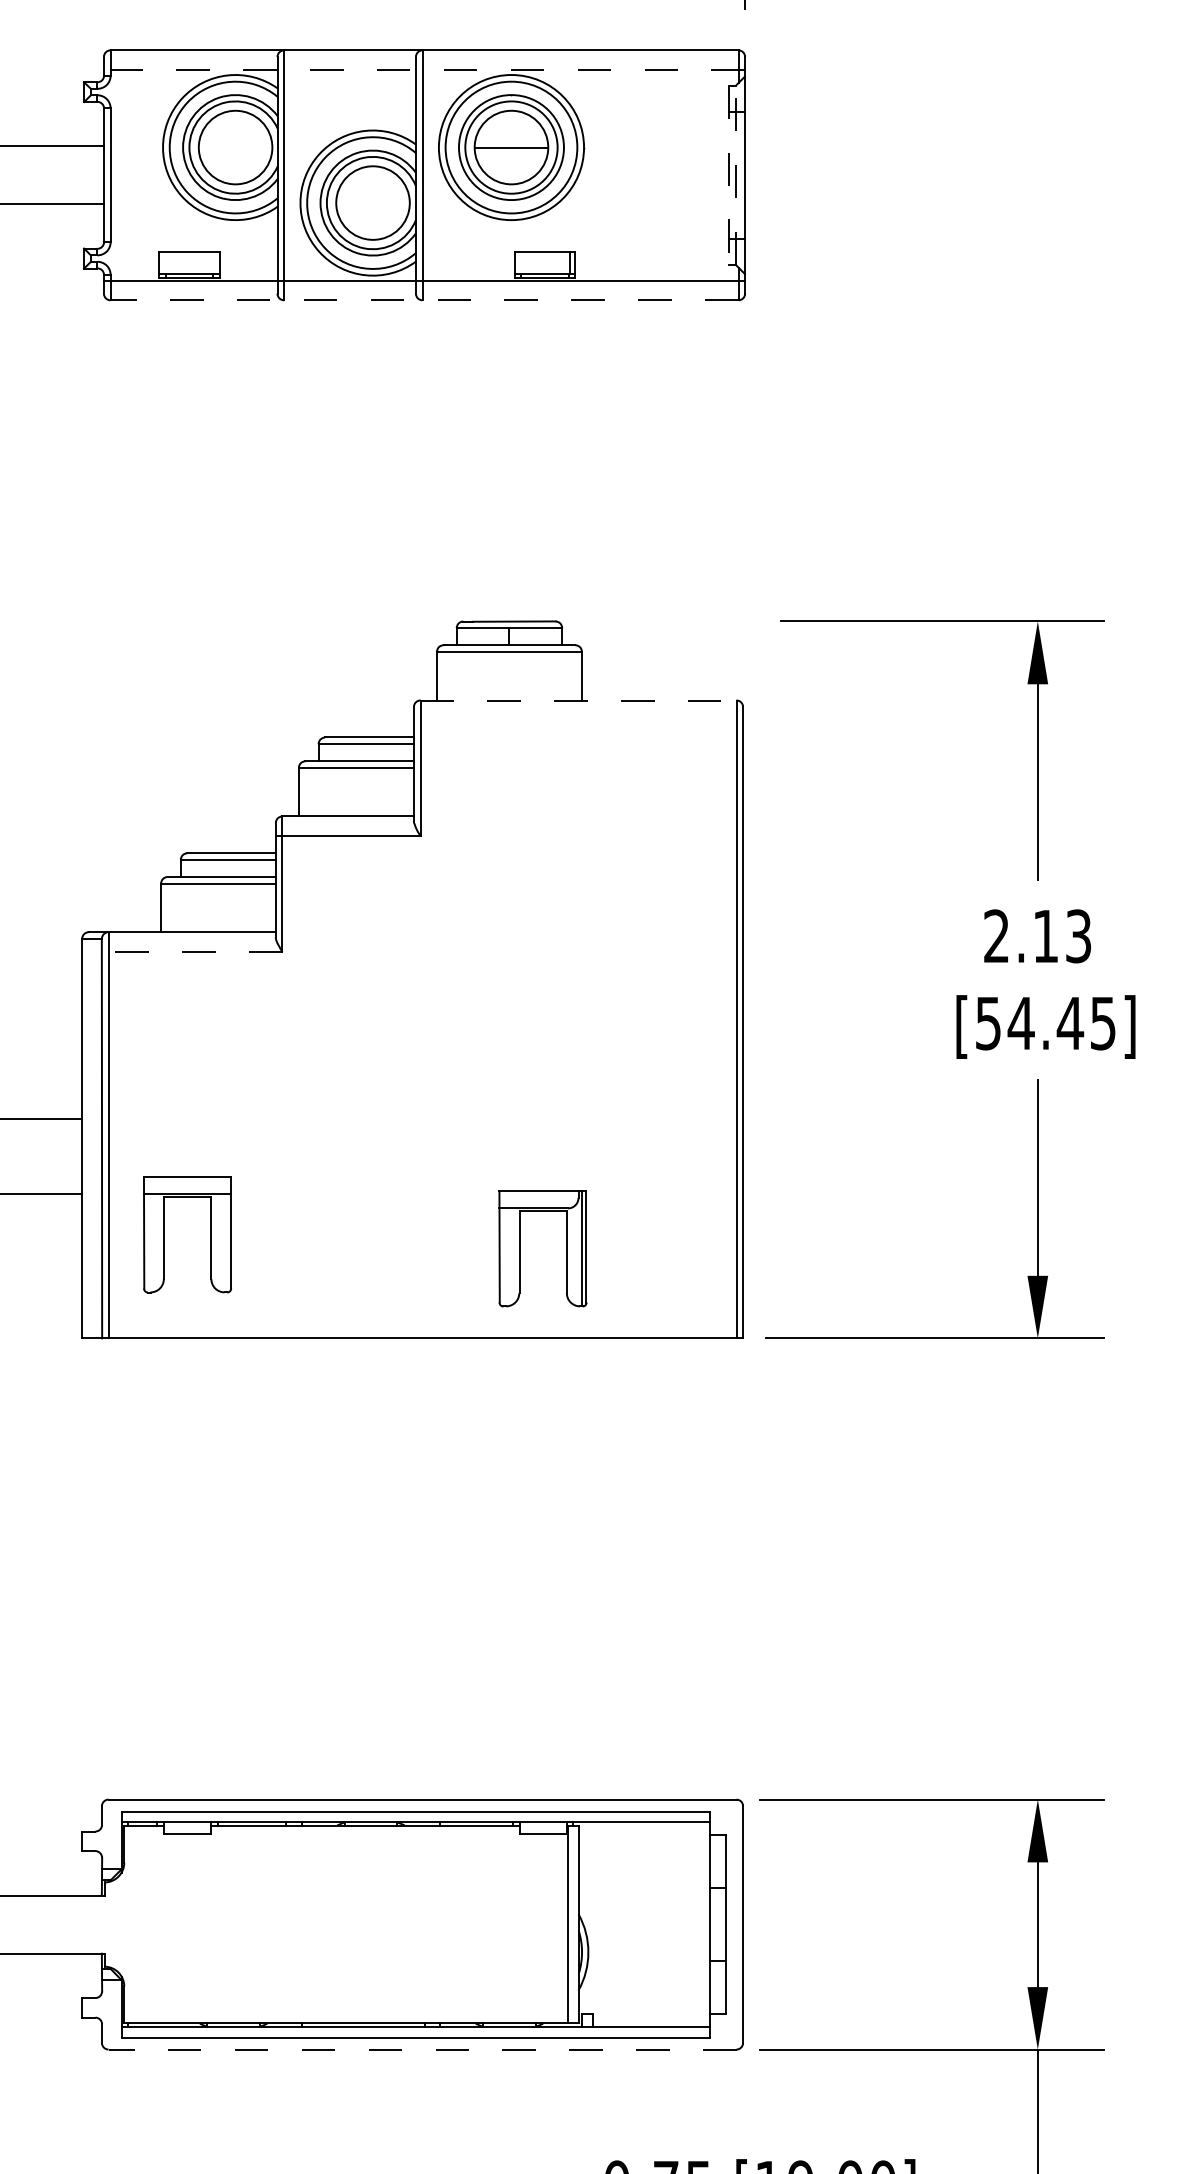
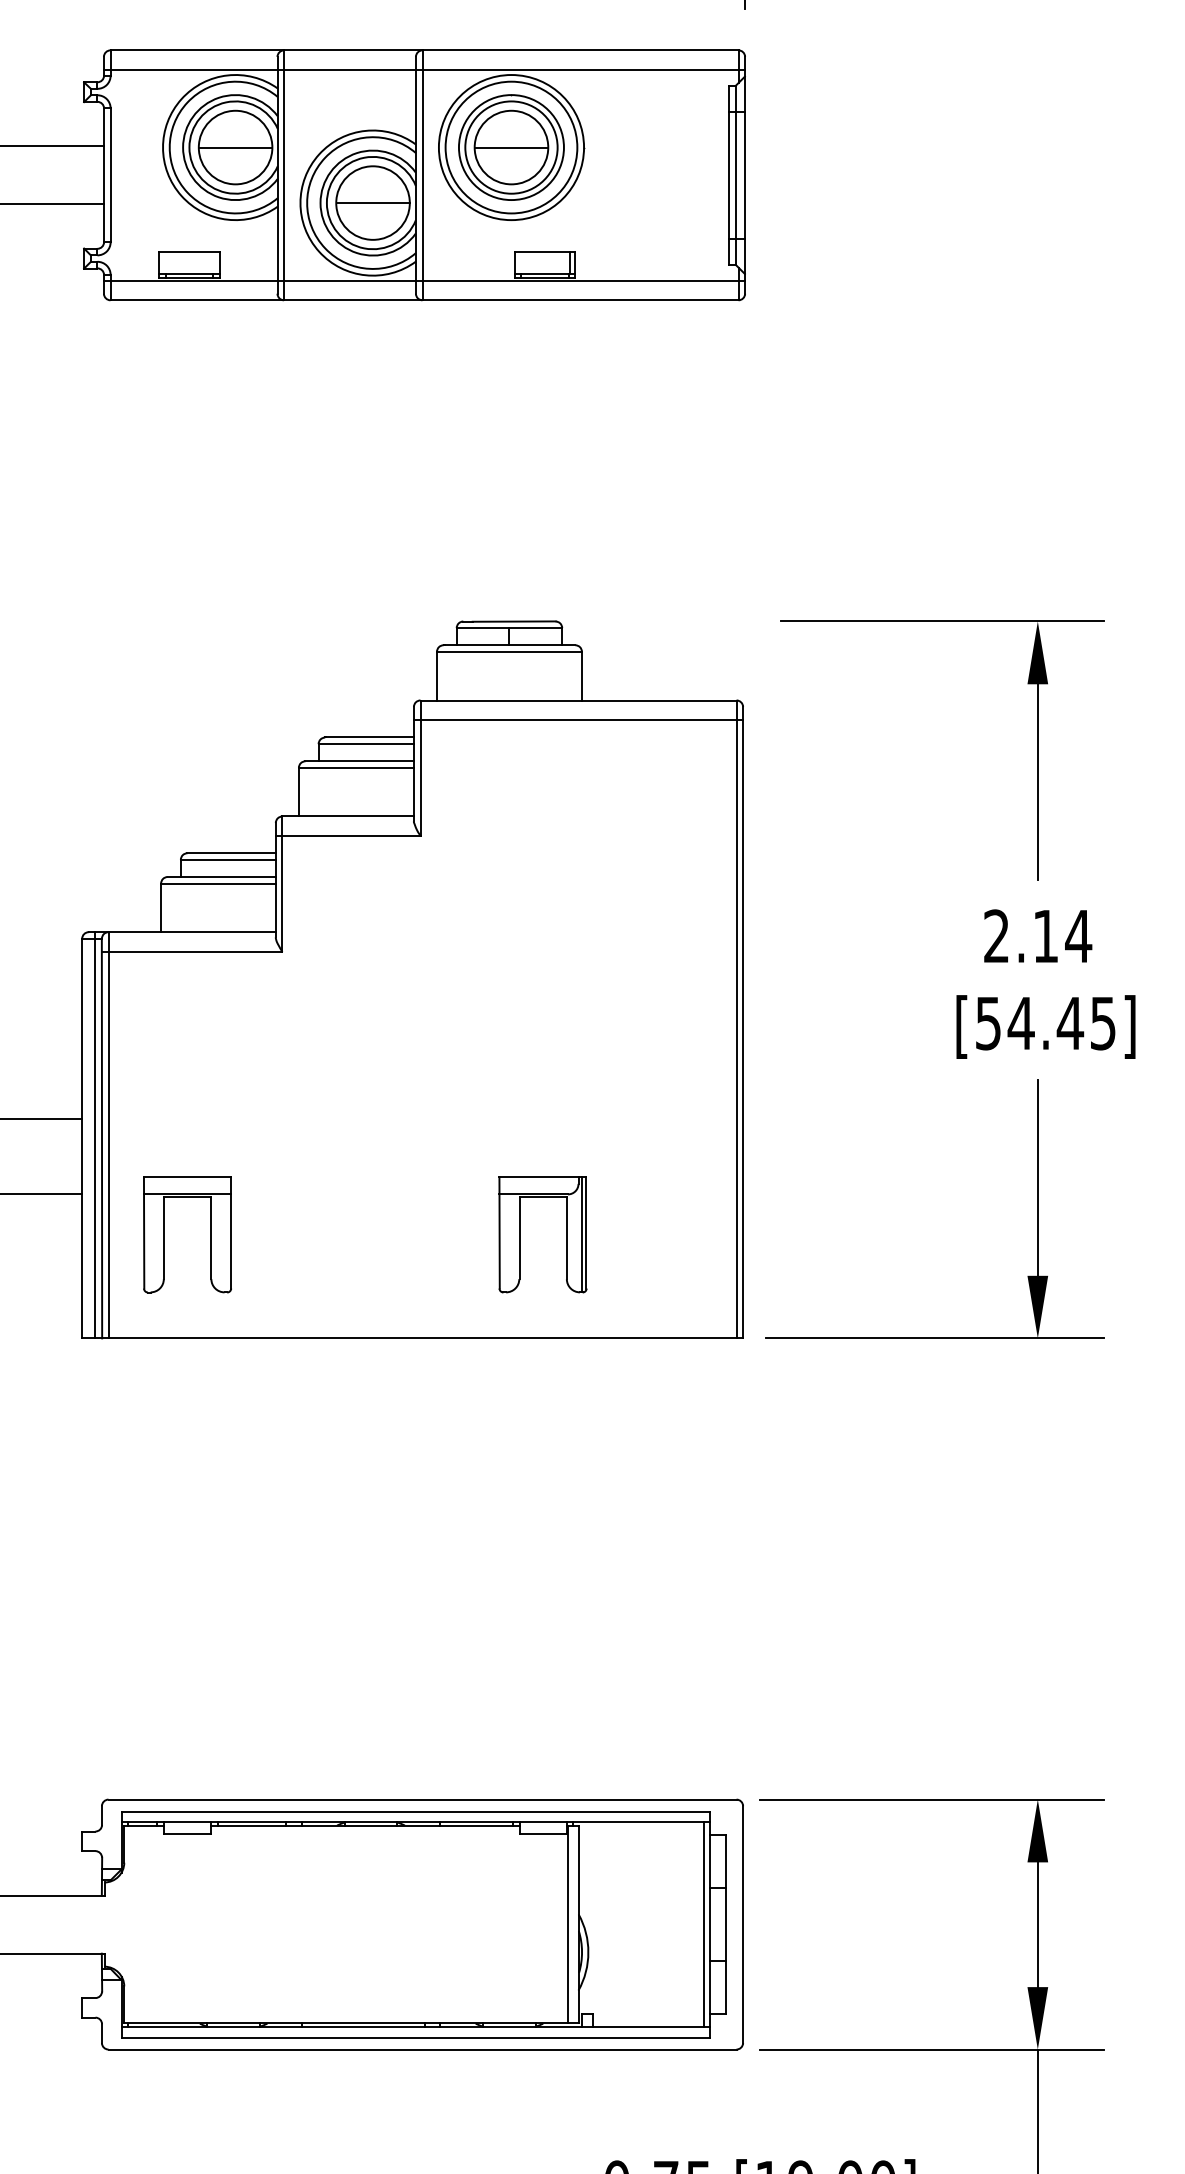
line at (424, 70): dashed -> solid
line at (235, 147): none -> present
line at (729, 175): dashed -> solid
line at (735, 175): dashed -> solid
line at (372, 203): none -> present
line at (424, 300): dashed -> solid
line at (579, 700): dashed -> solid
line at (578, 720): none -> present
text at (1078, 936): 2.13 -> 2.14
line at (191, 952): dashed -> solid
line at (95, 1135): none -> present
part at (520, 1248) position: (520, 1248) -> (520, 1234)
line at (703, 1924): none -> present
line at (422, 2049): dashed -> solid
